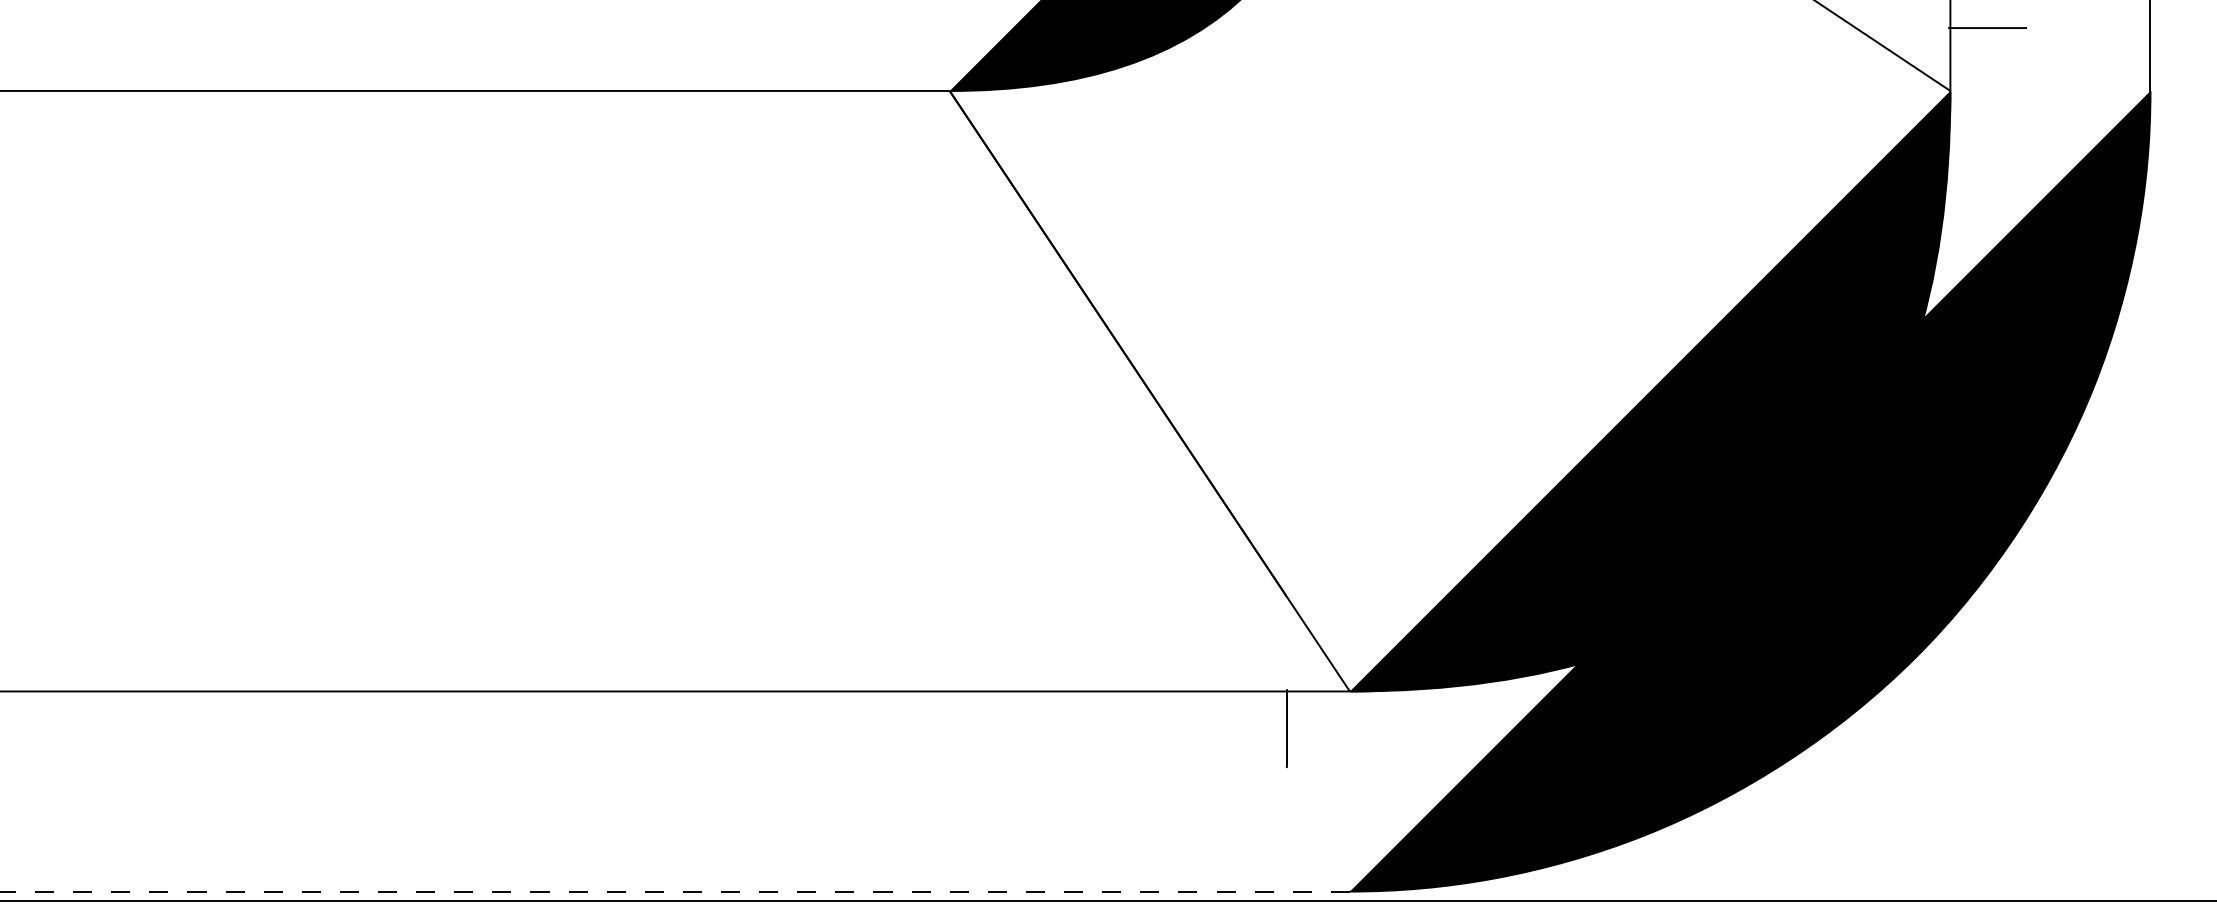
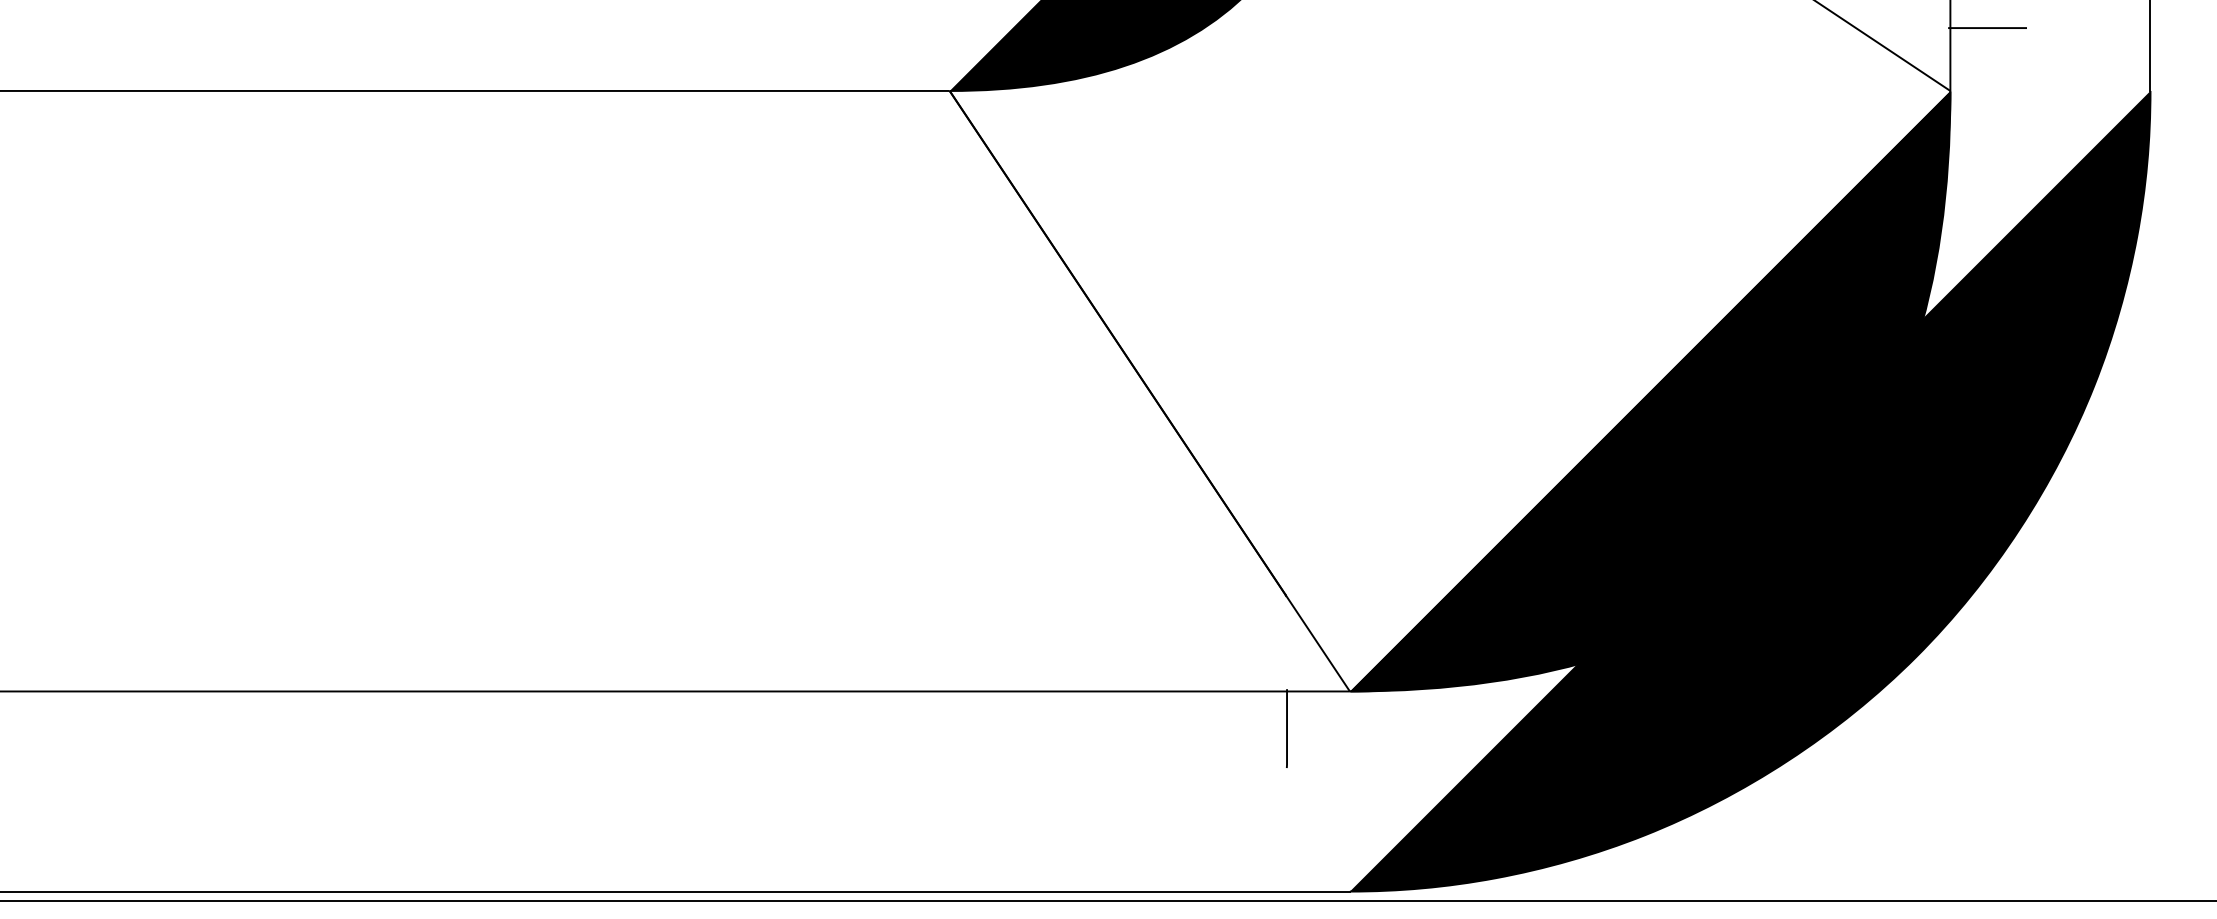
line at (675, 891): dashed -> solid
